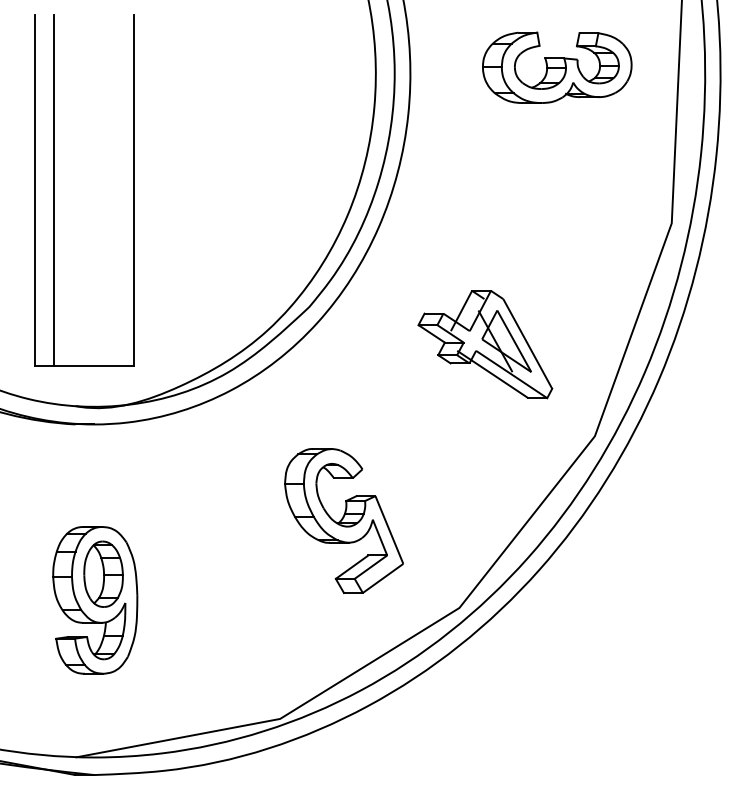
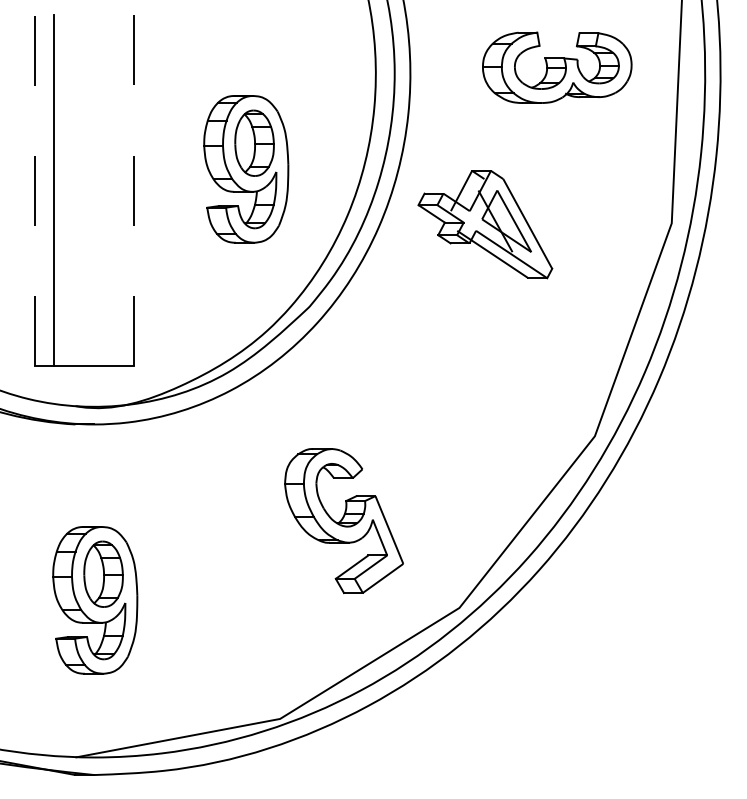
part at (246, 169): none -> present
line at (35, 190): solid -> dashed
line at (134, 190): solid -> dashed
part at (485, 344) position: (485, 344) -> (485, 224)
